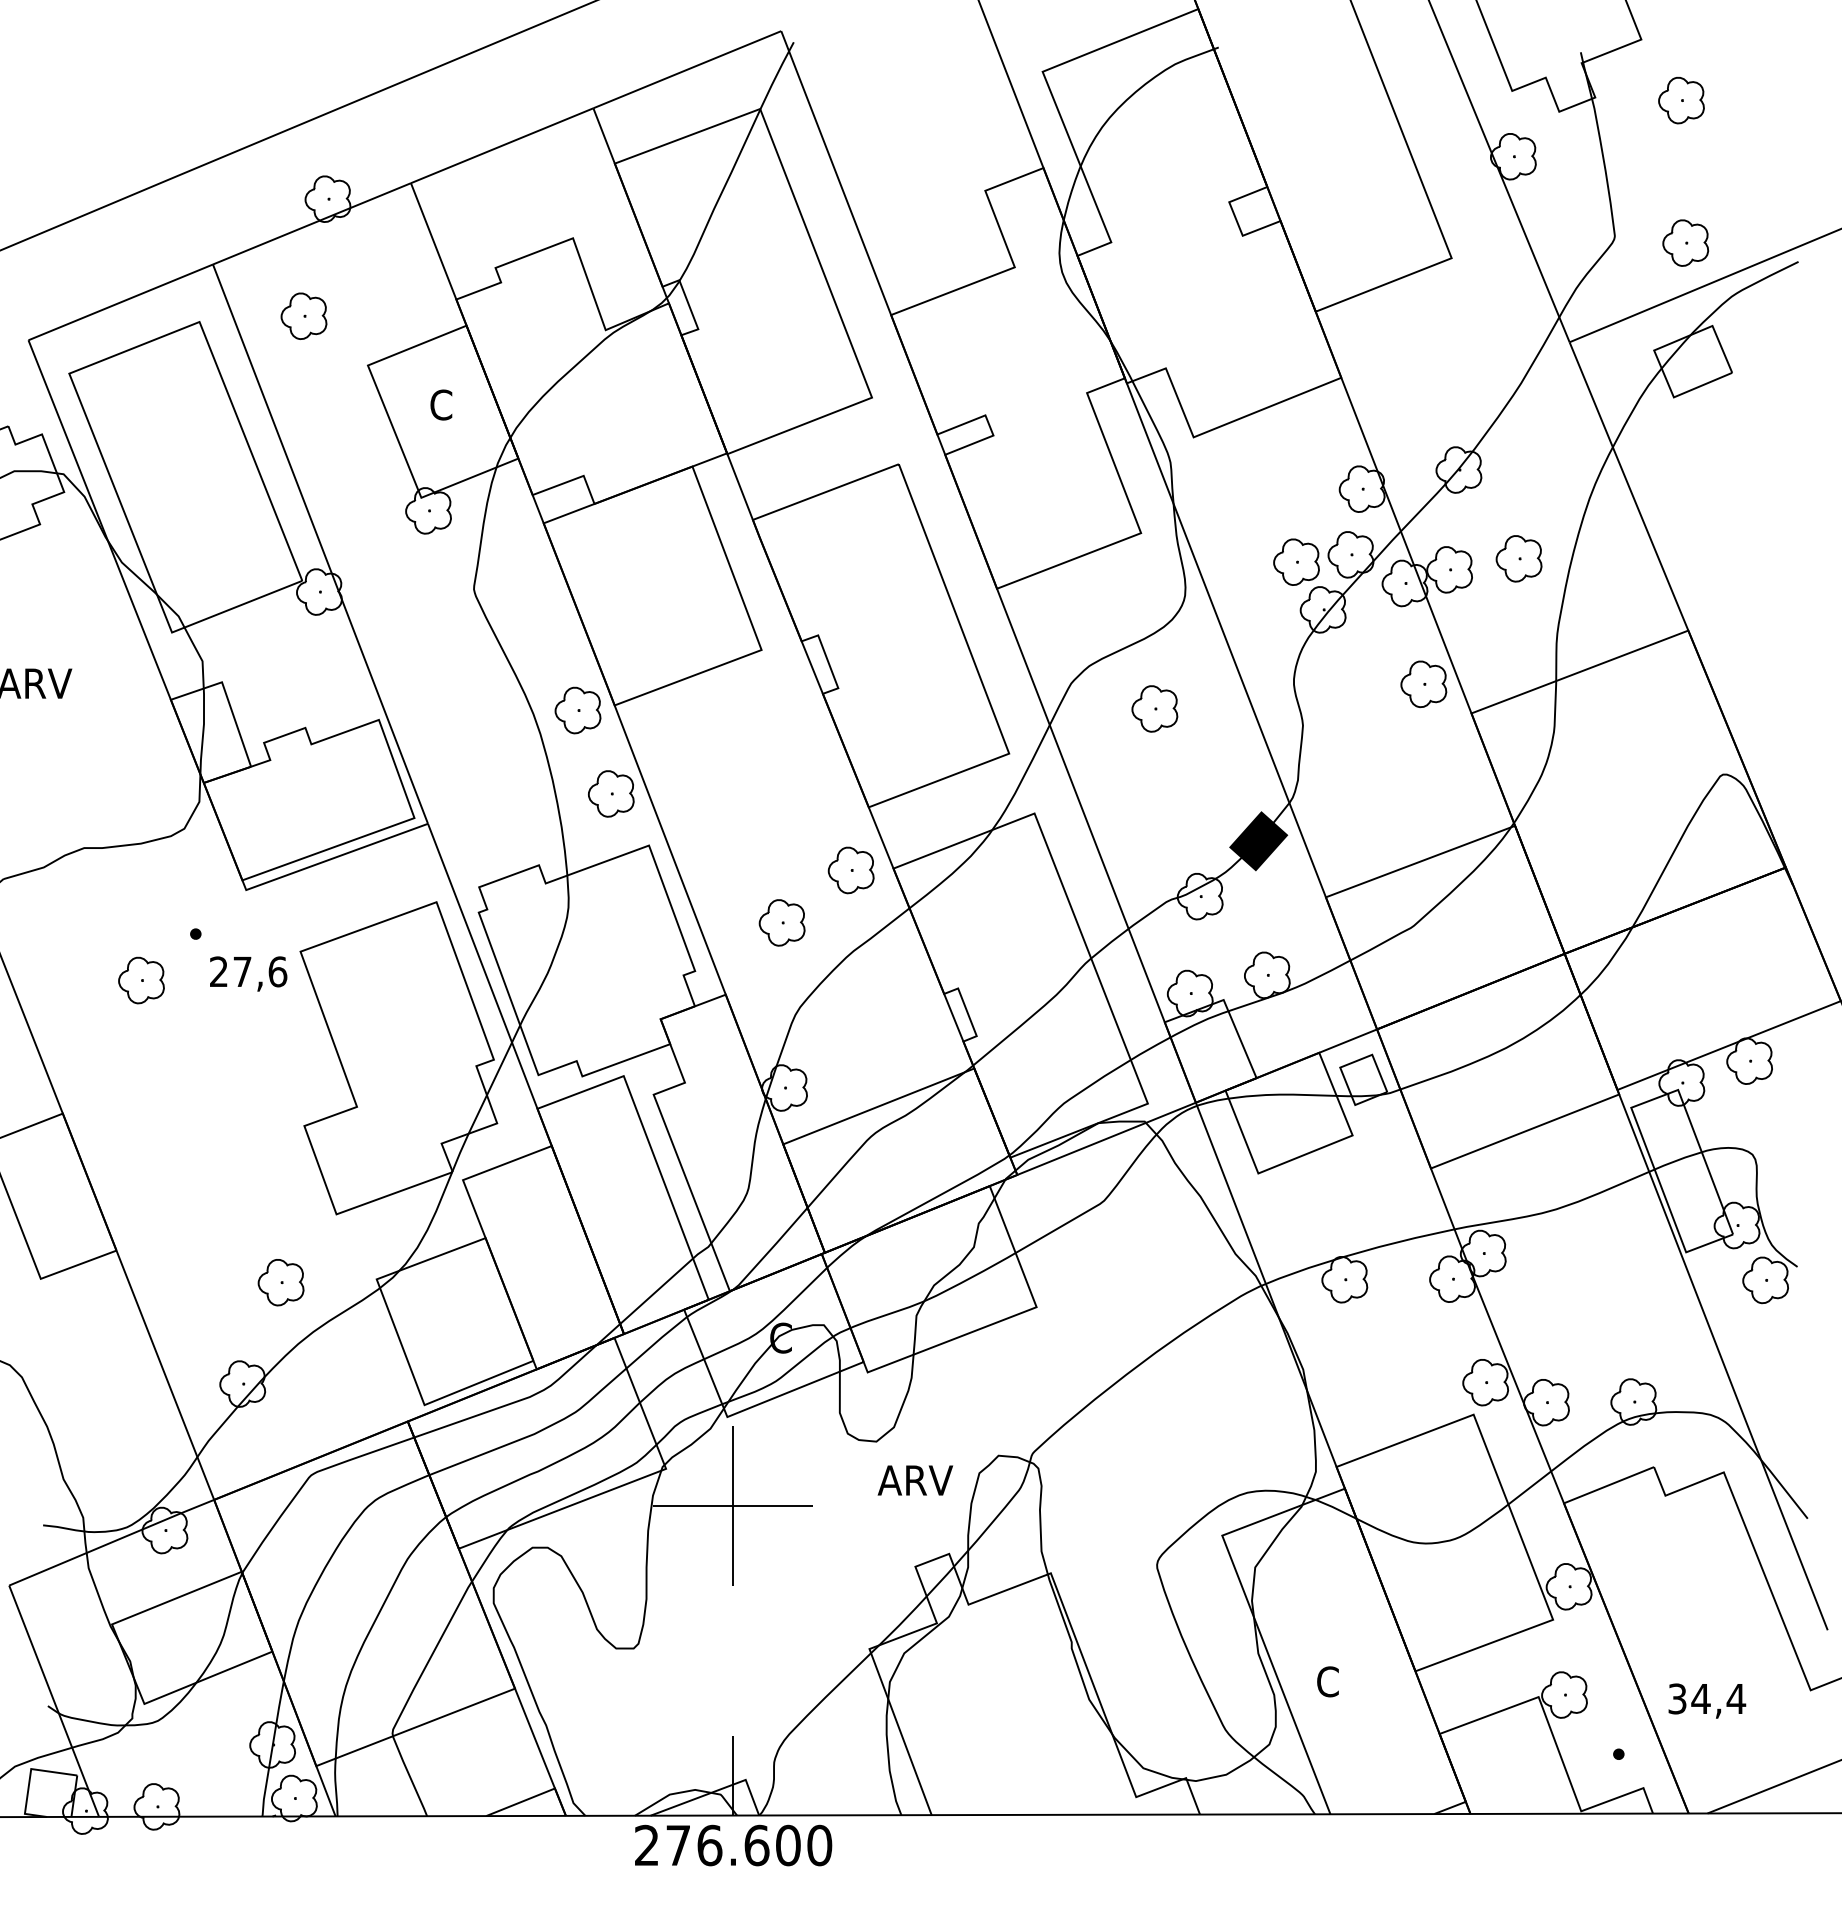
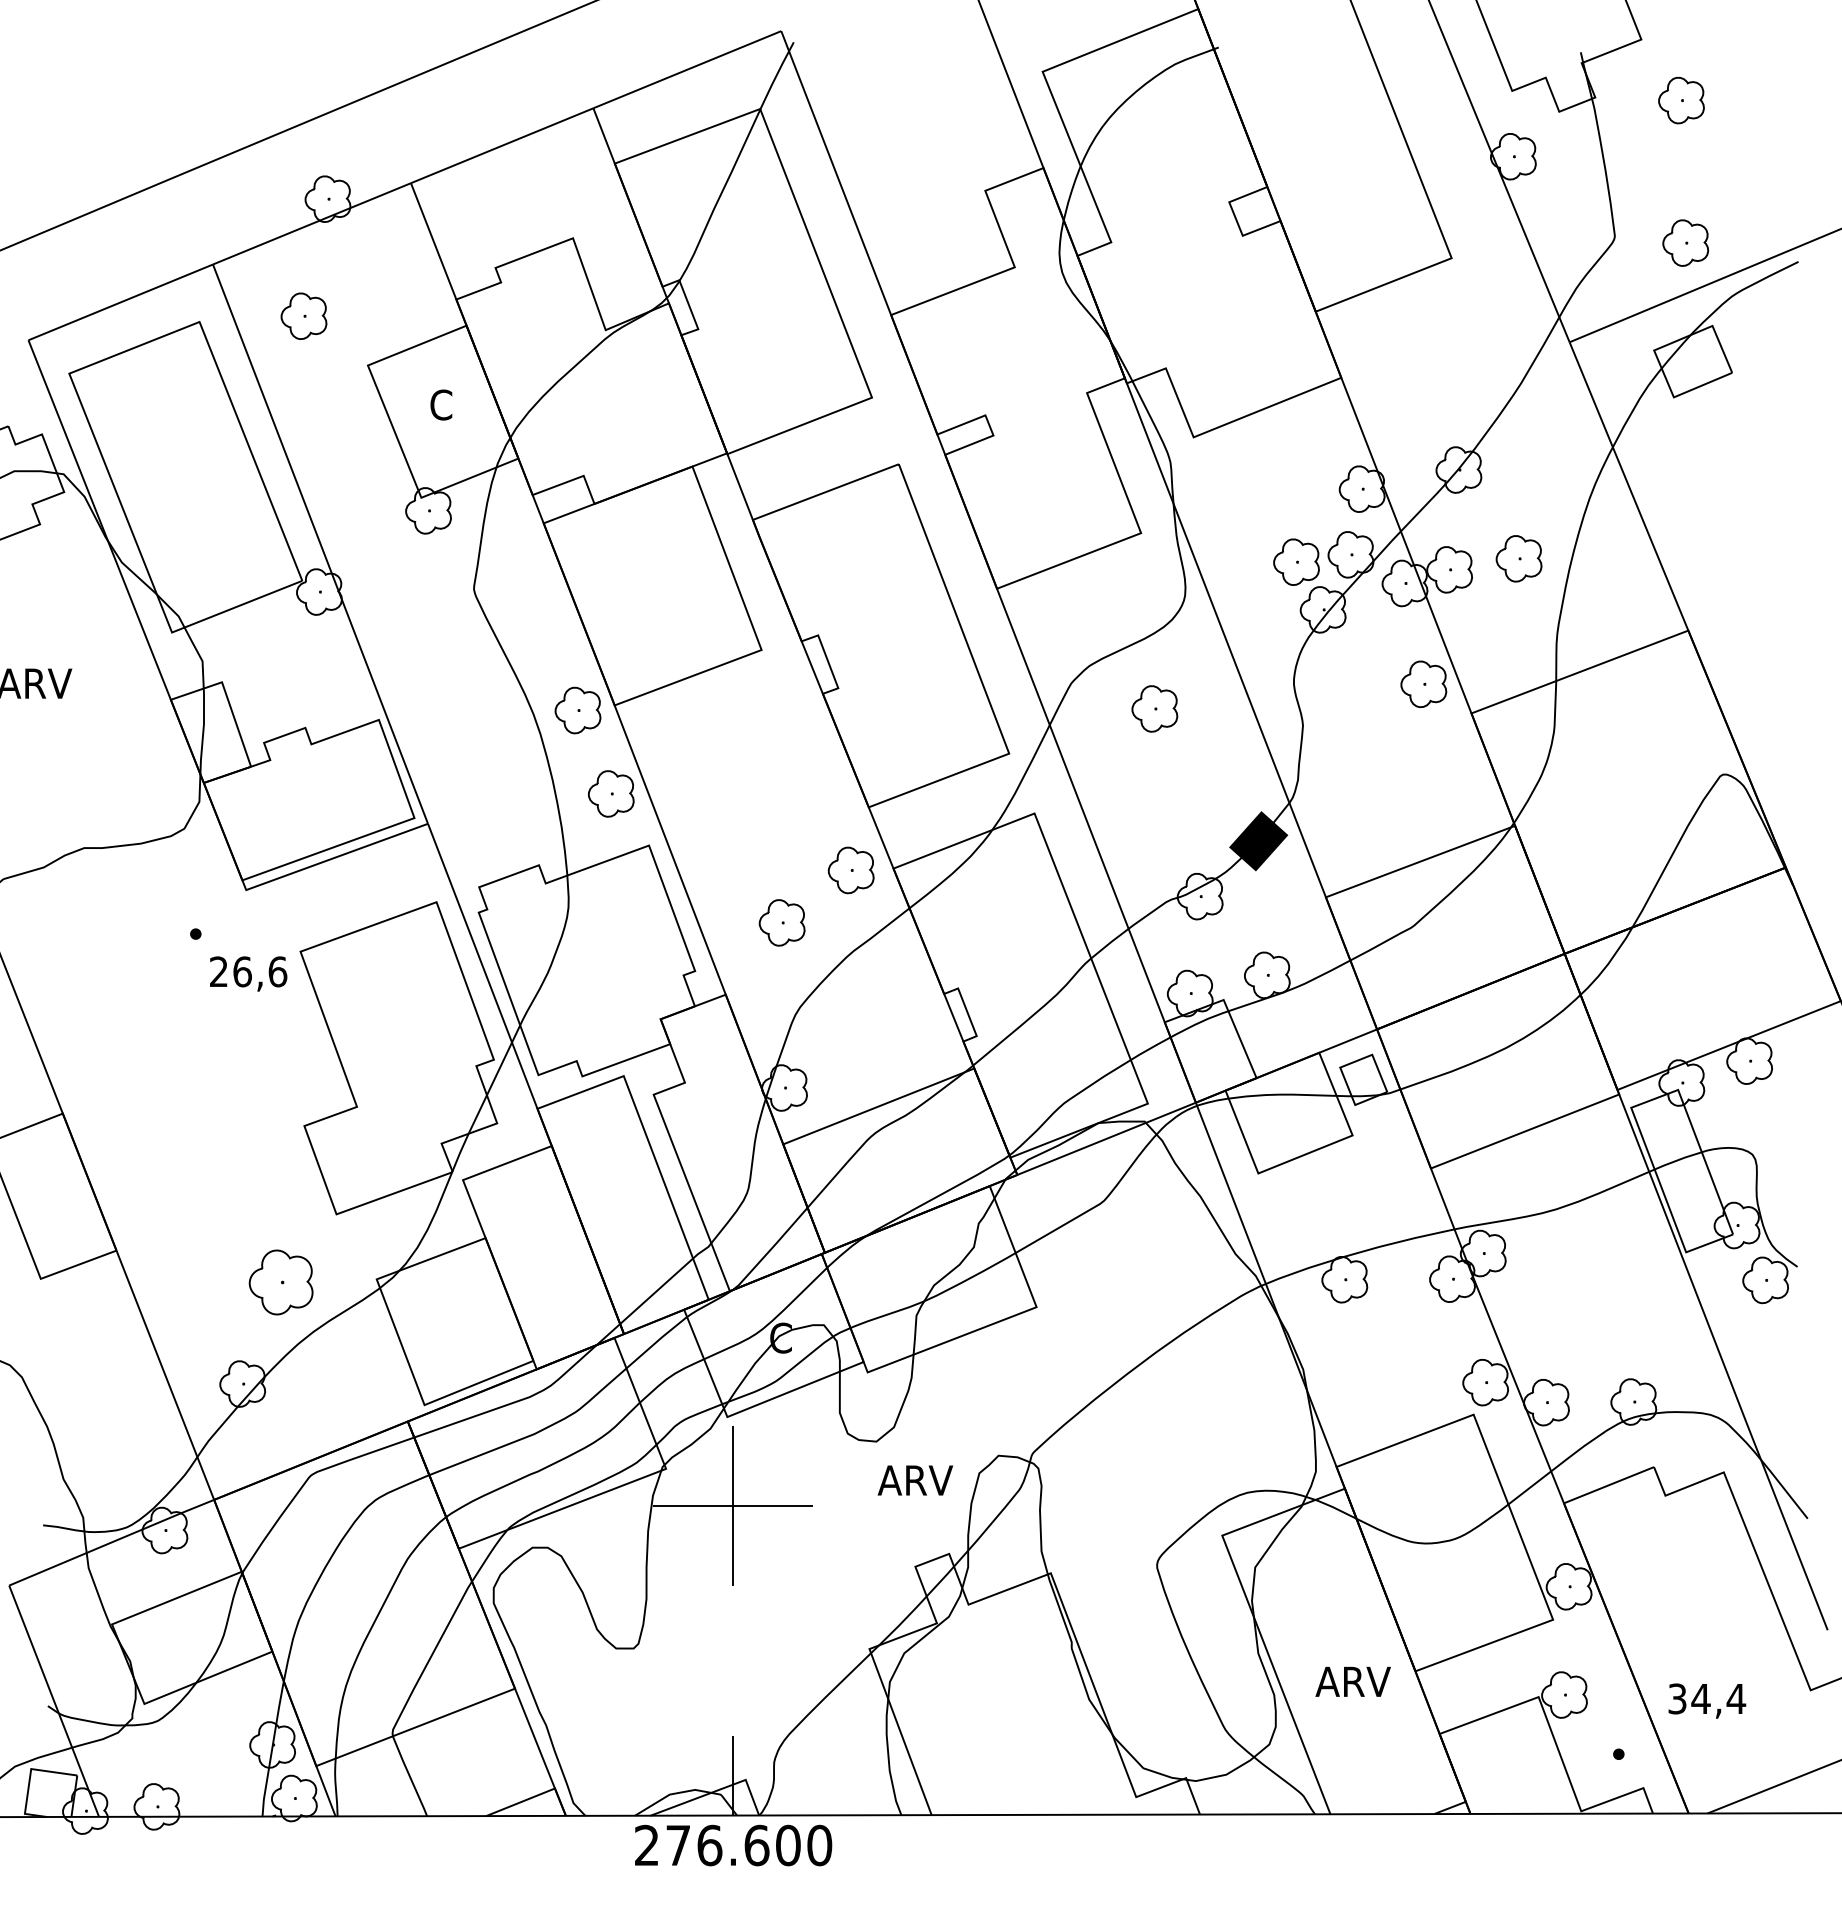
text at (242, 971): 27,6 -> 26,6
part at (141, 980): present -> none
part at (280, 1282) size: 48x48 px -> 66x67 px
text at (1352, 1681): C -> ARV
